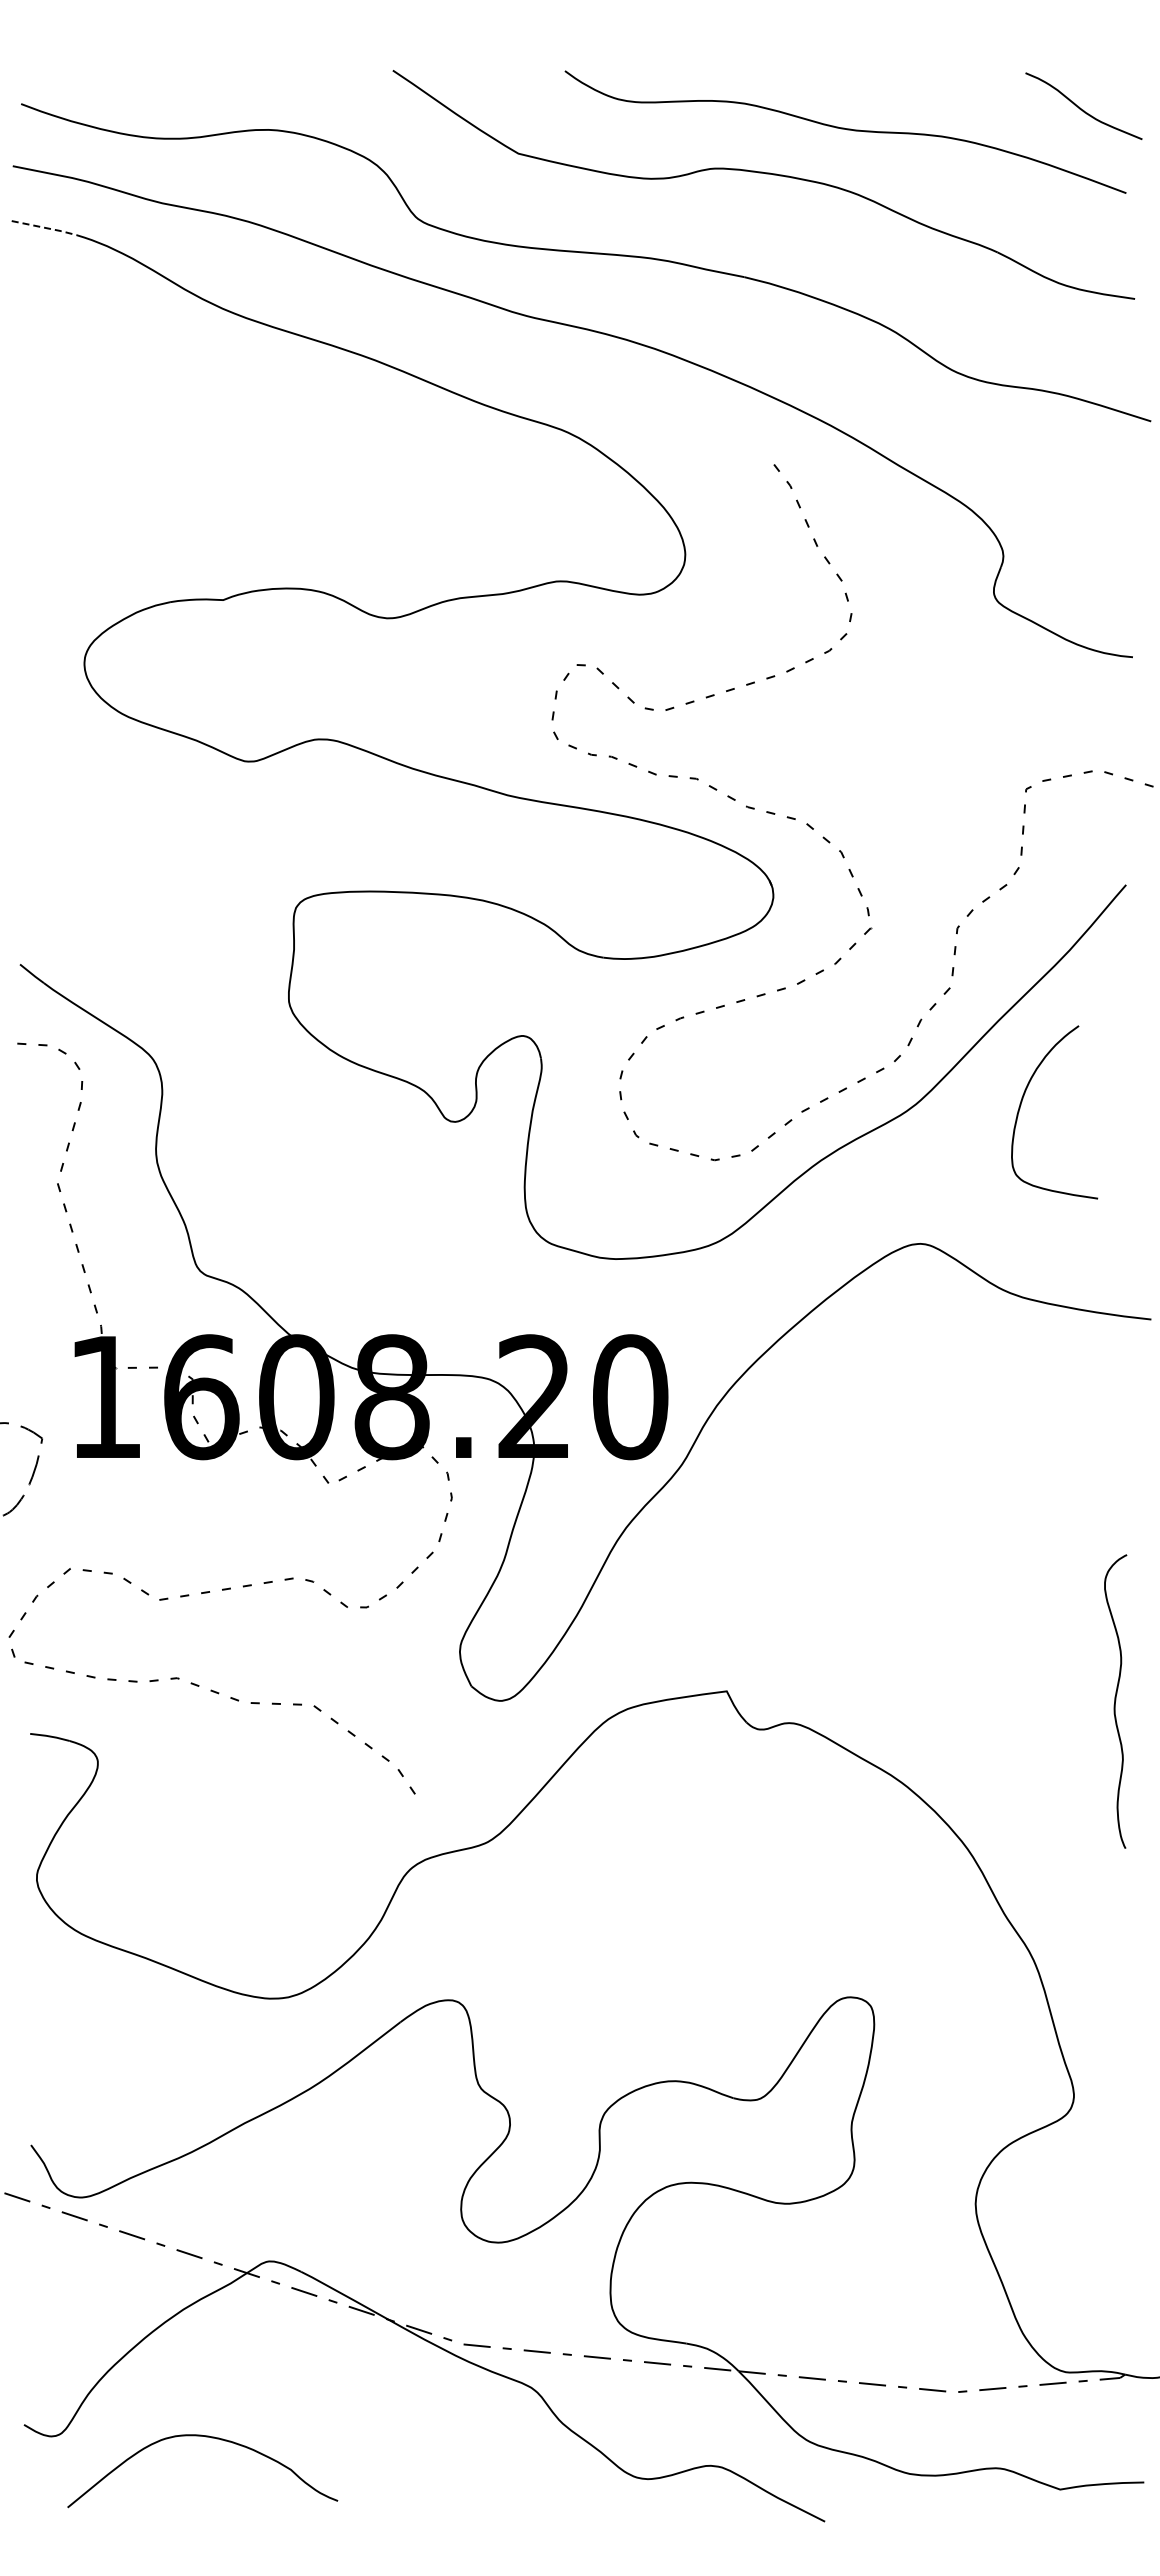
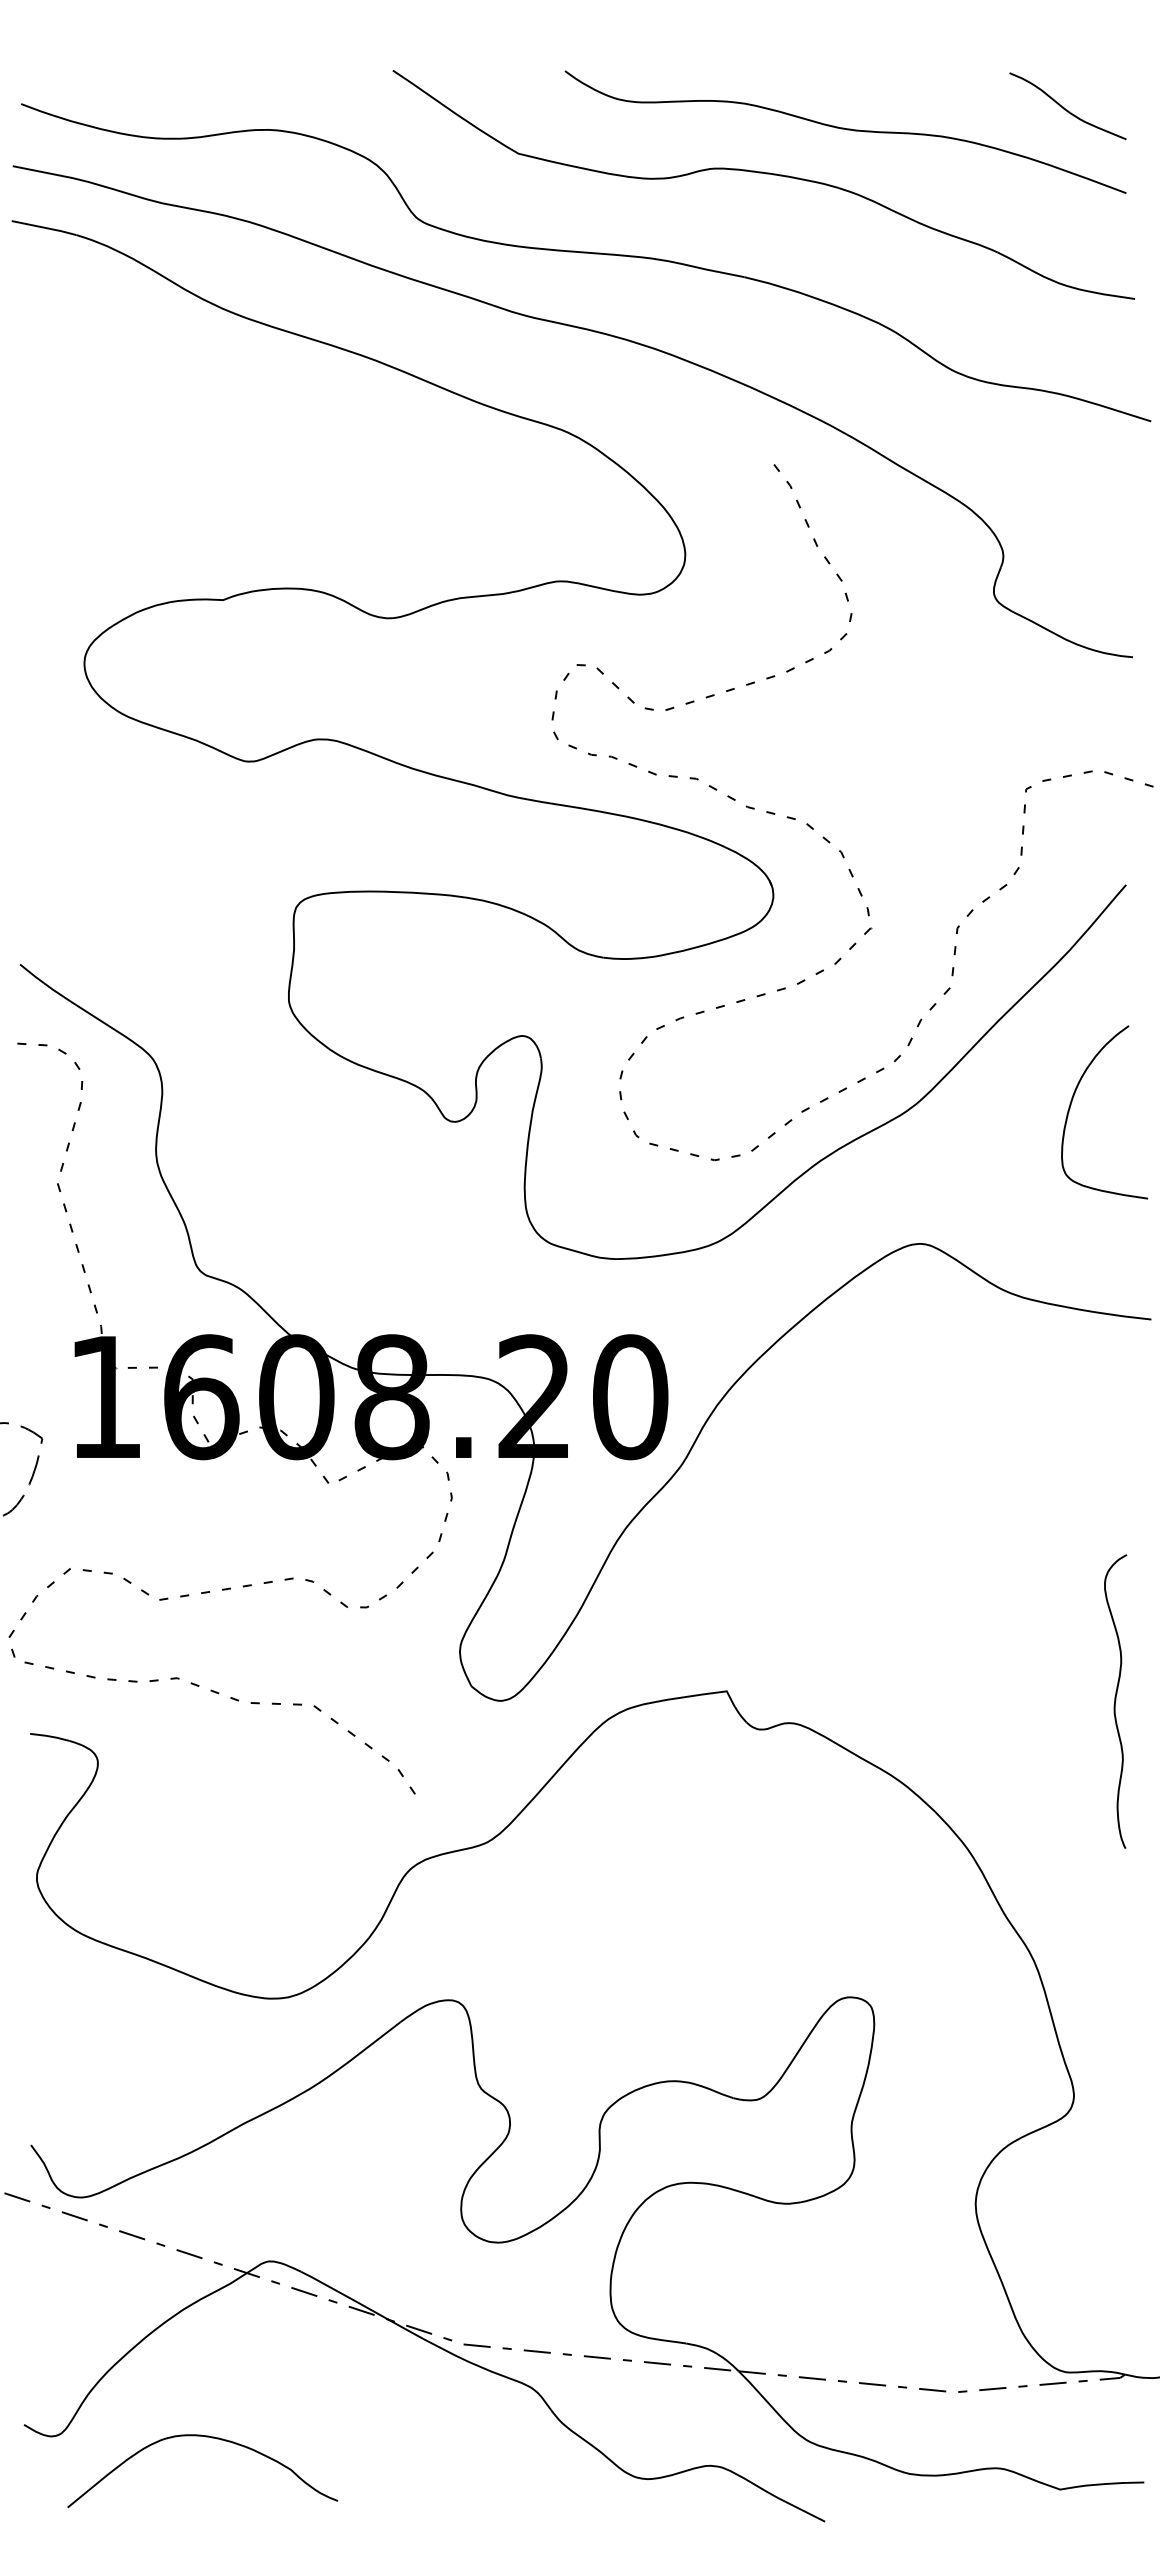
curve at (1080, 107) position: (1080, 107) -> (1064, 107)
line at (44, 227): dashed -> solid
curve at (1022, 1102) position: (1022, 1102) -> (1072, 1102)
